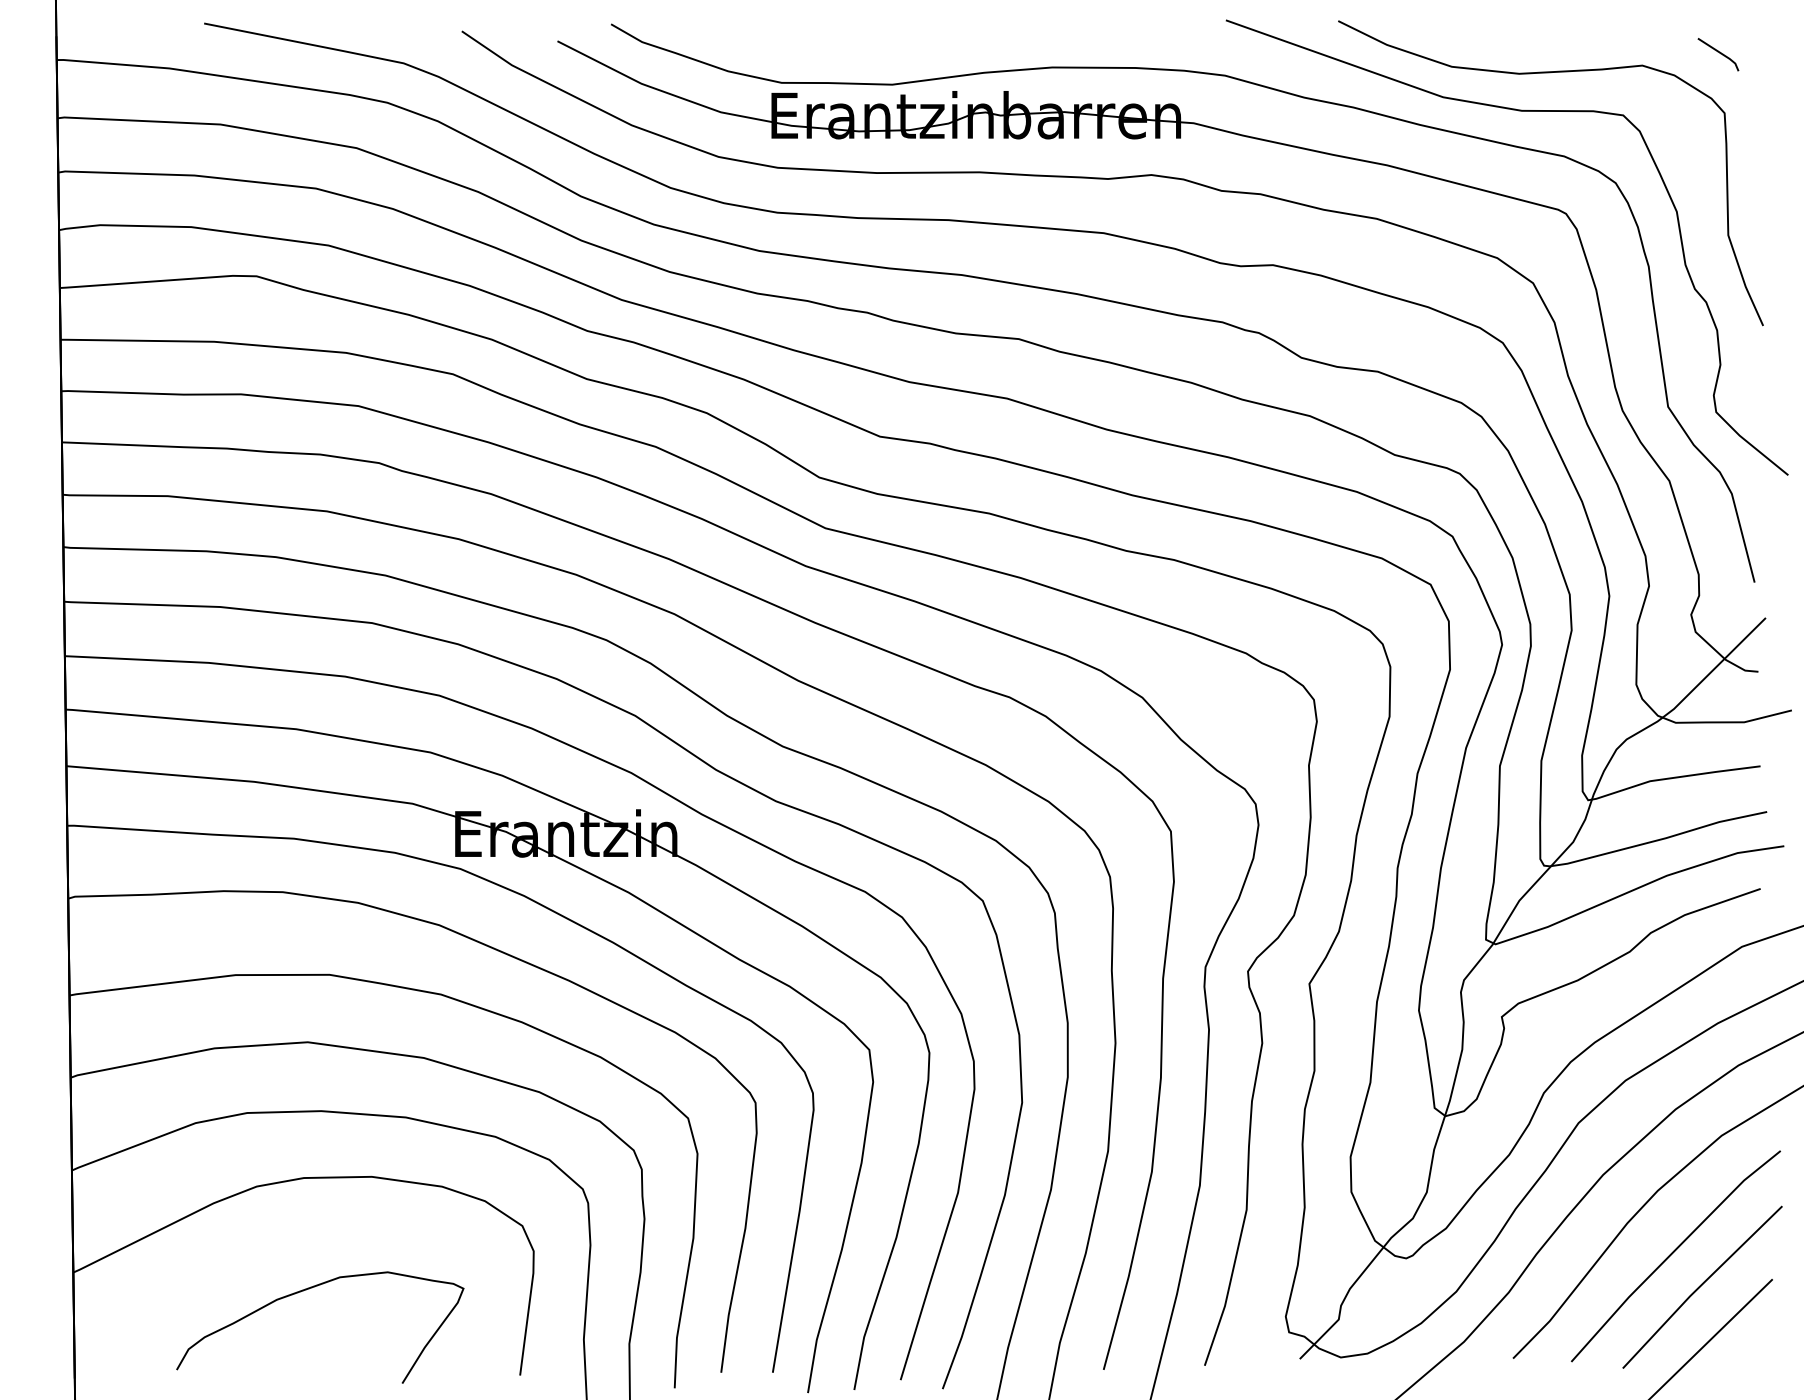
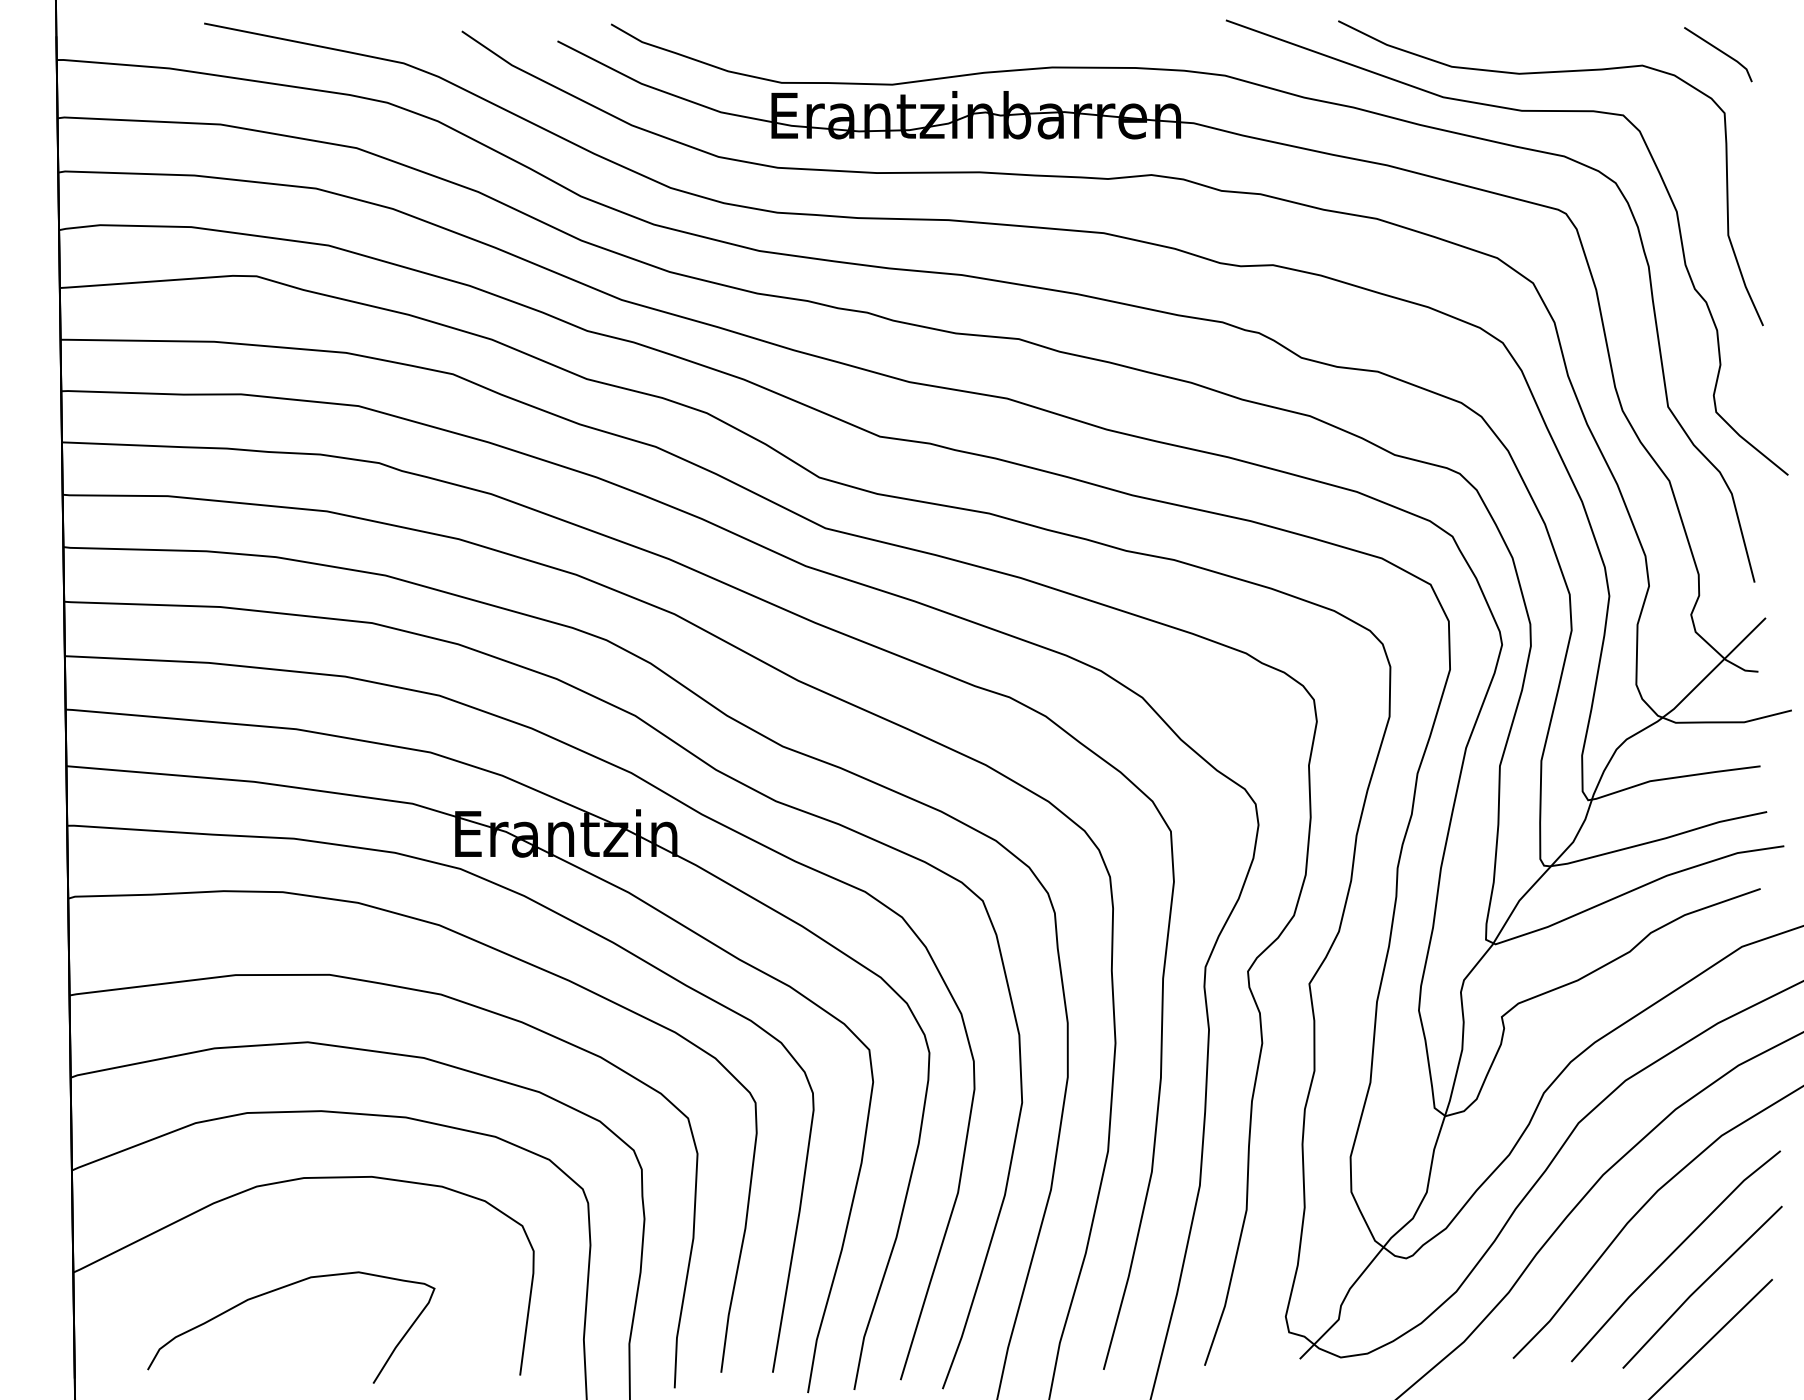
part at (1718, 54) size: 43x34 px -> 69x56 px
part at (309, 1289) position: (309, 1289) -> (280, 1289)
